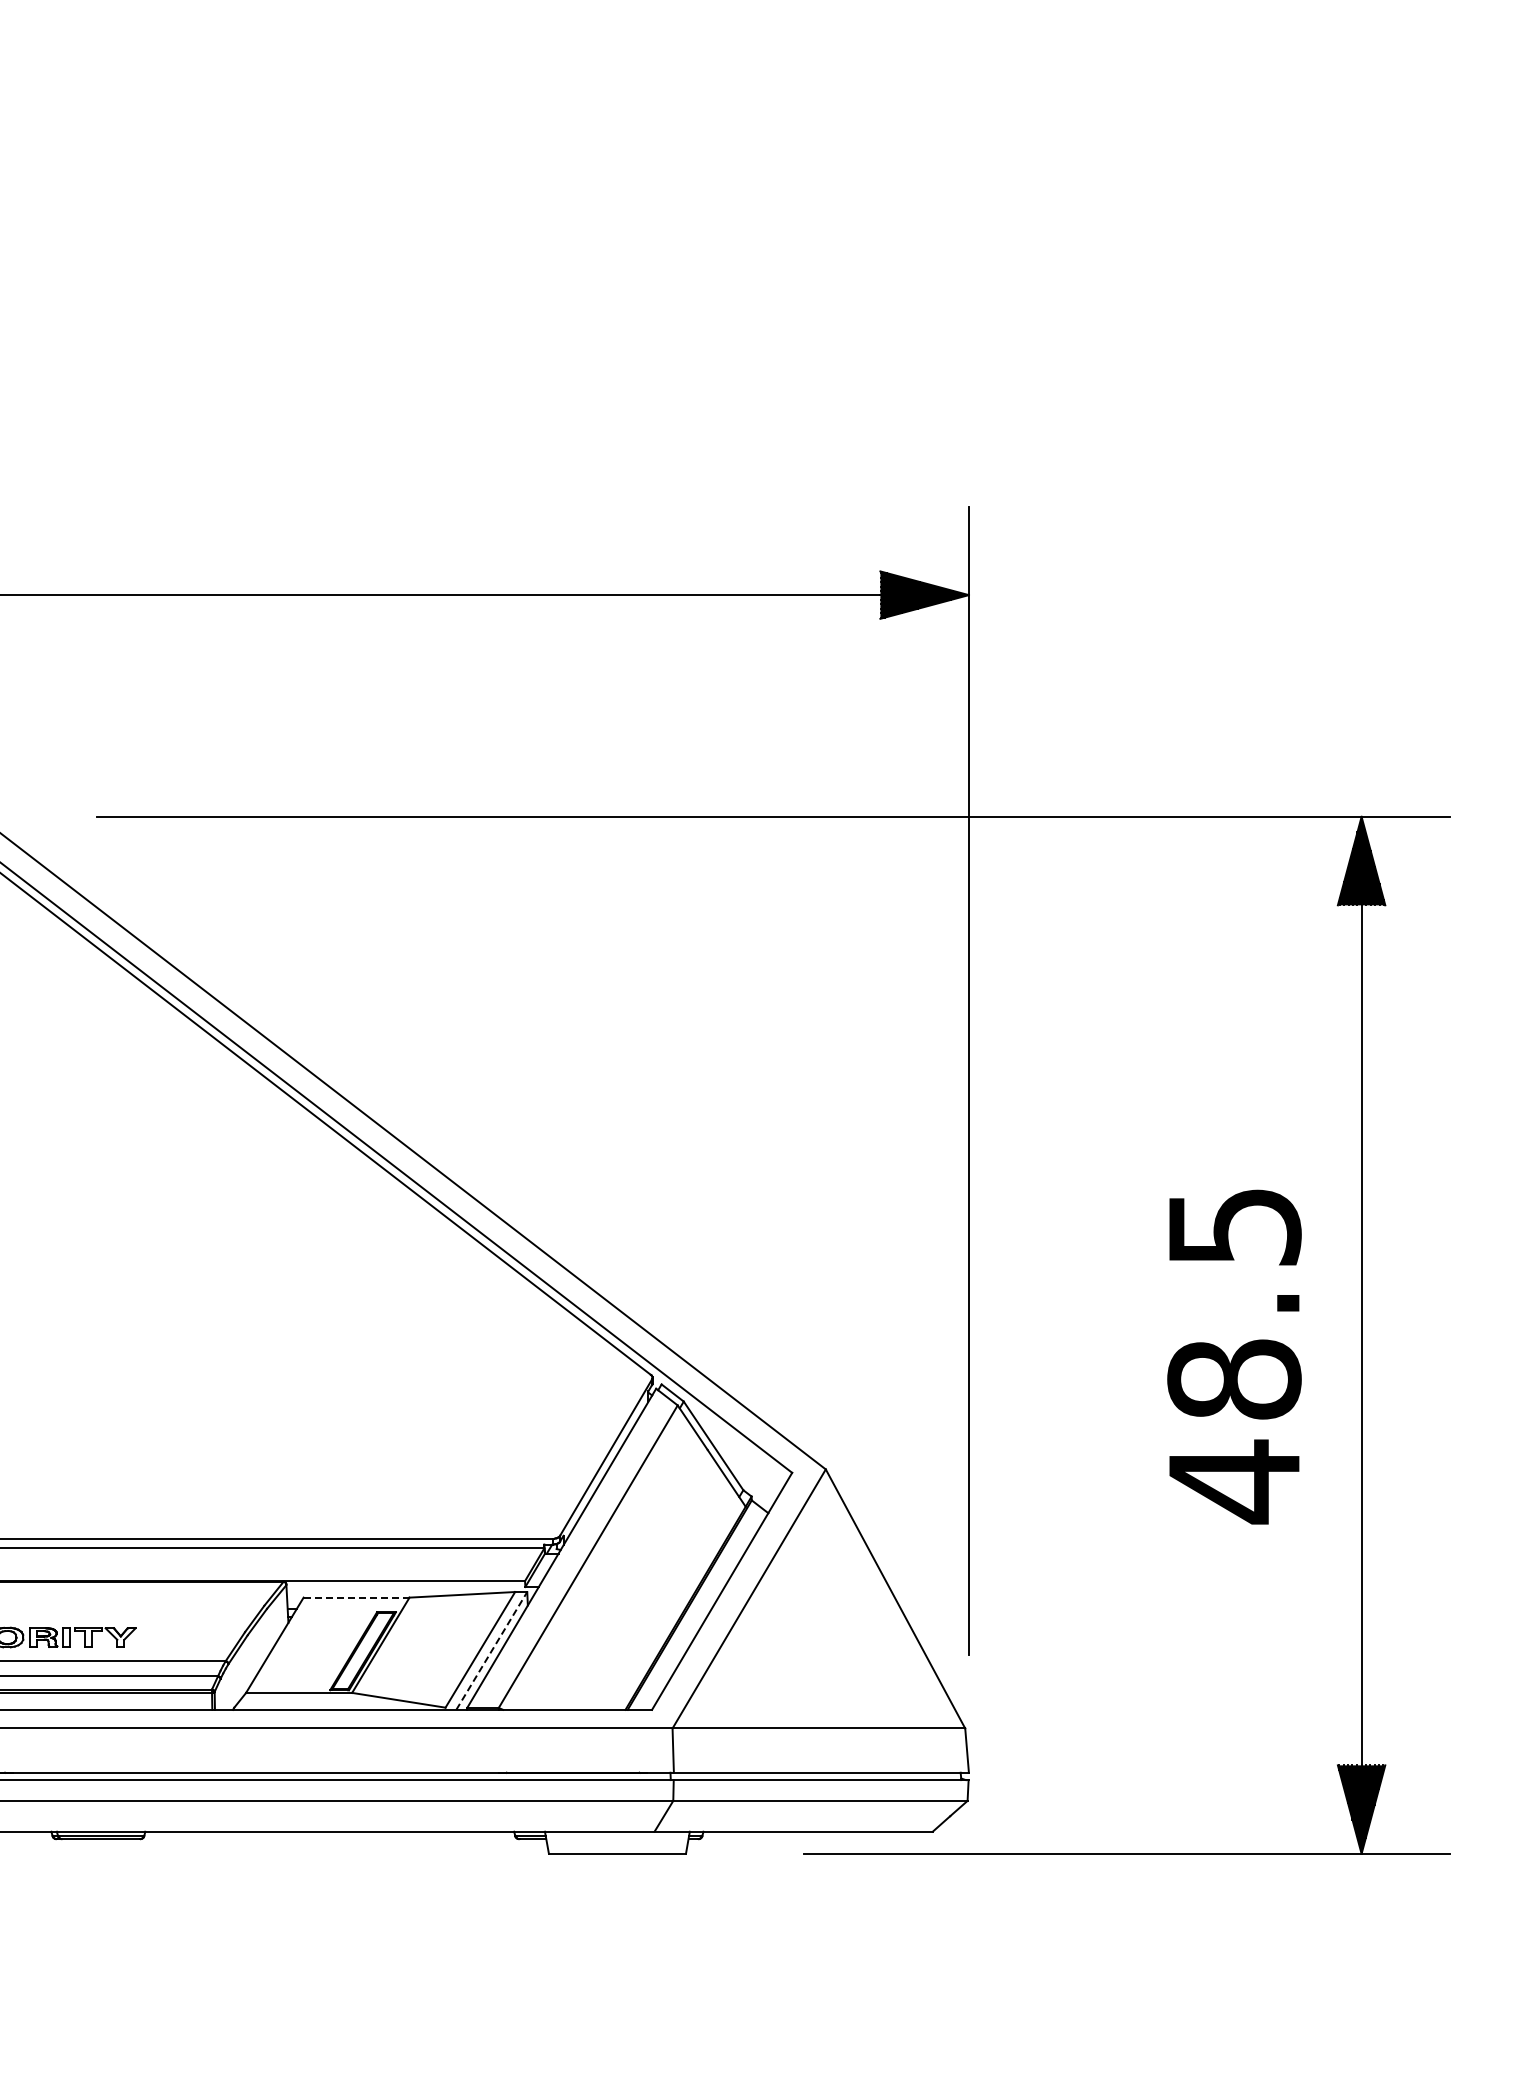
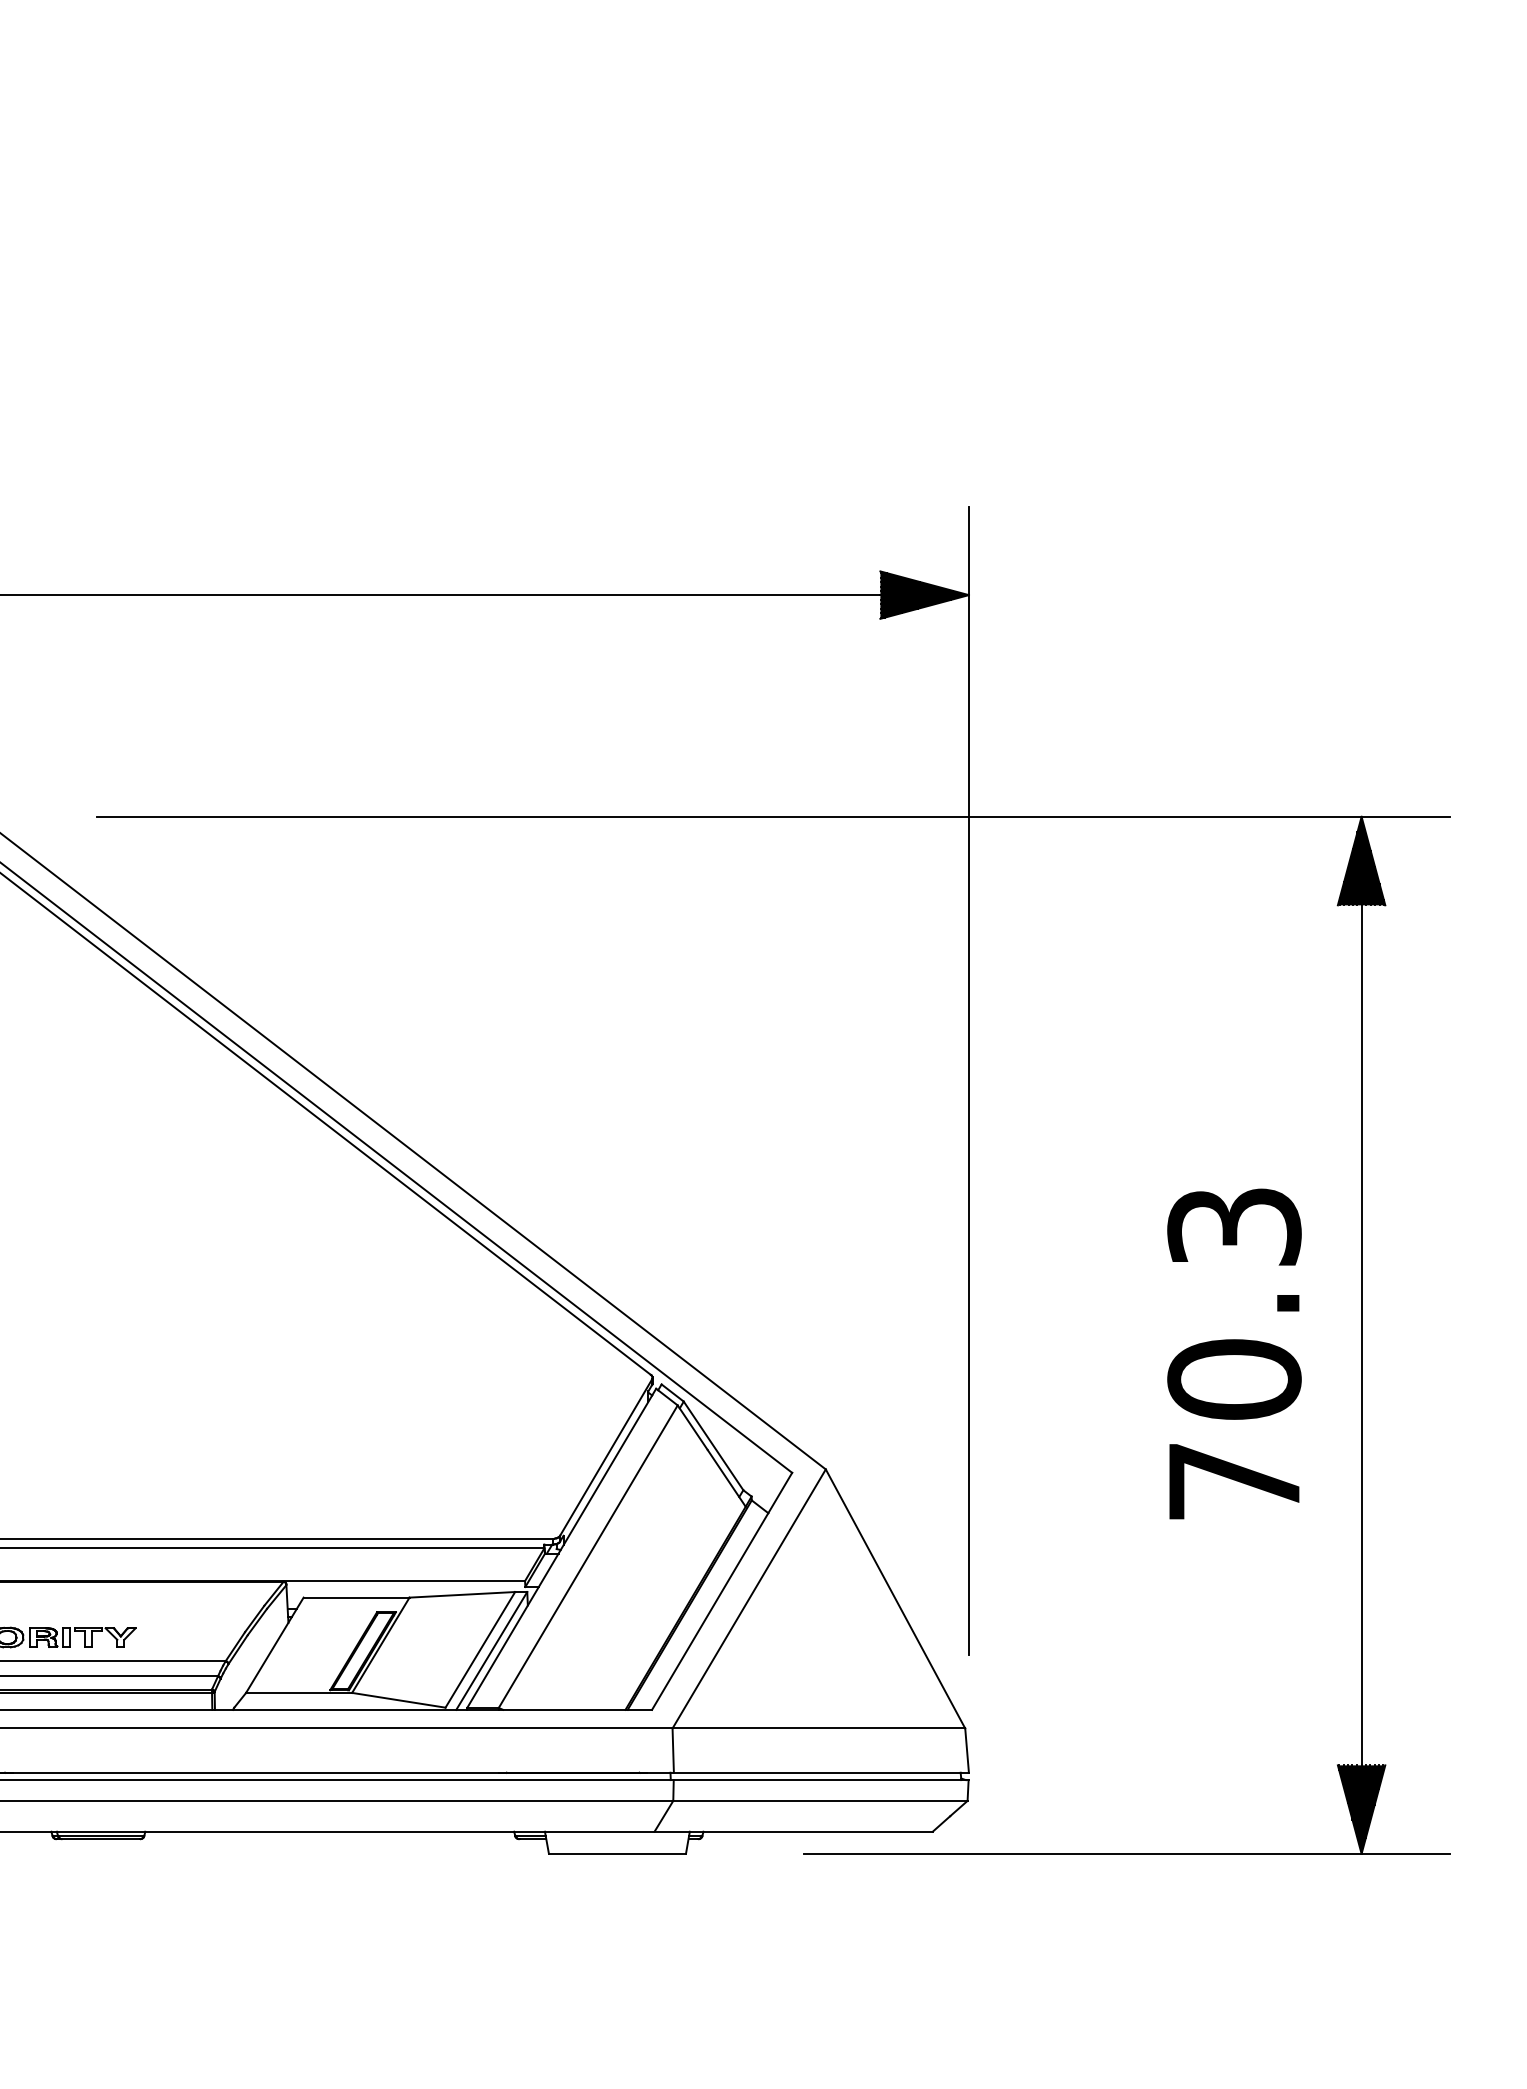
text at (1234, 1356): 48.5 -> 70.3
line at (356, 1597): dashed -> solid
line at (491, 1650): dashed -> solid
